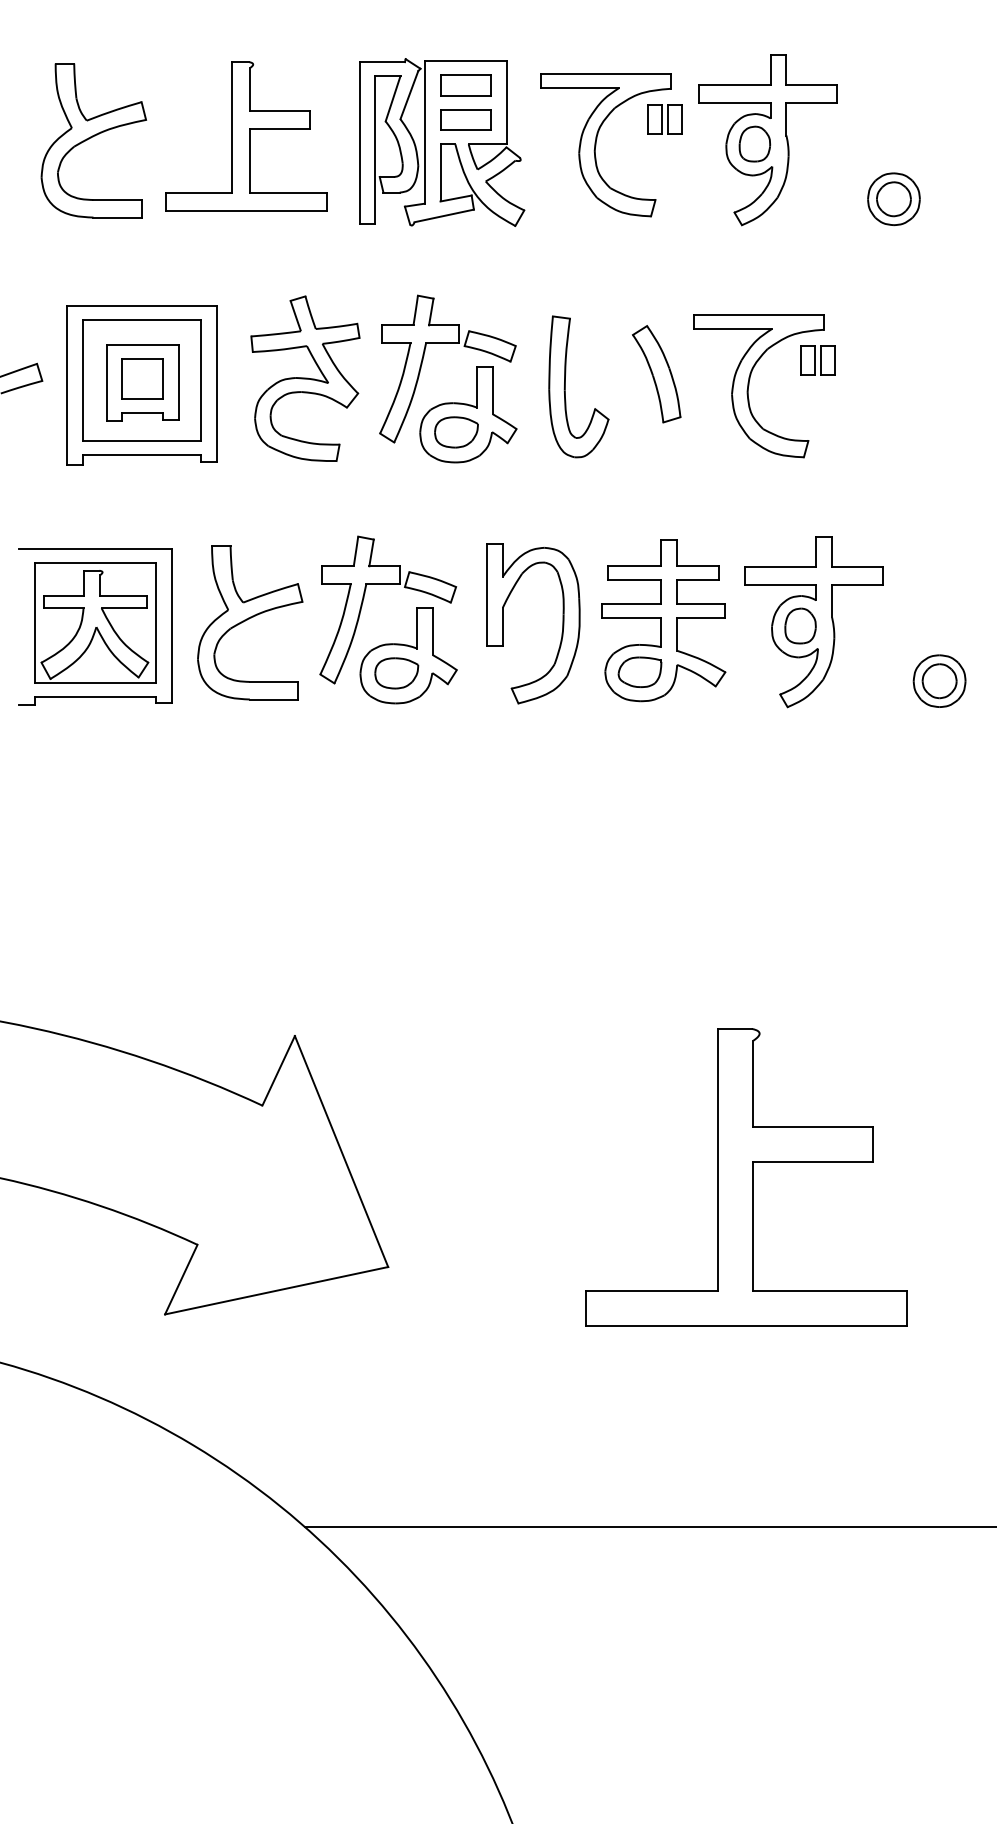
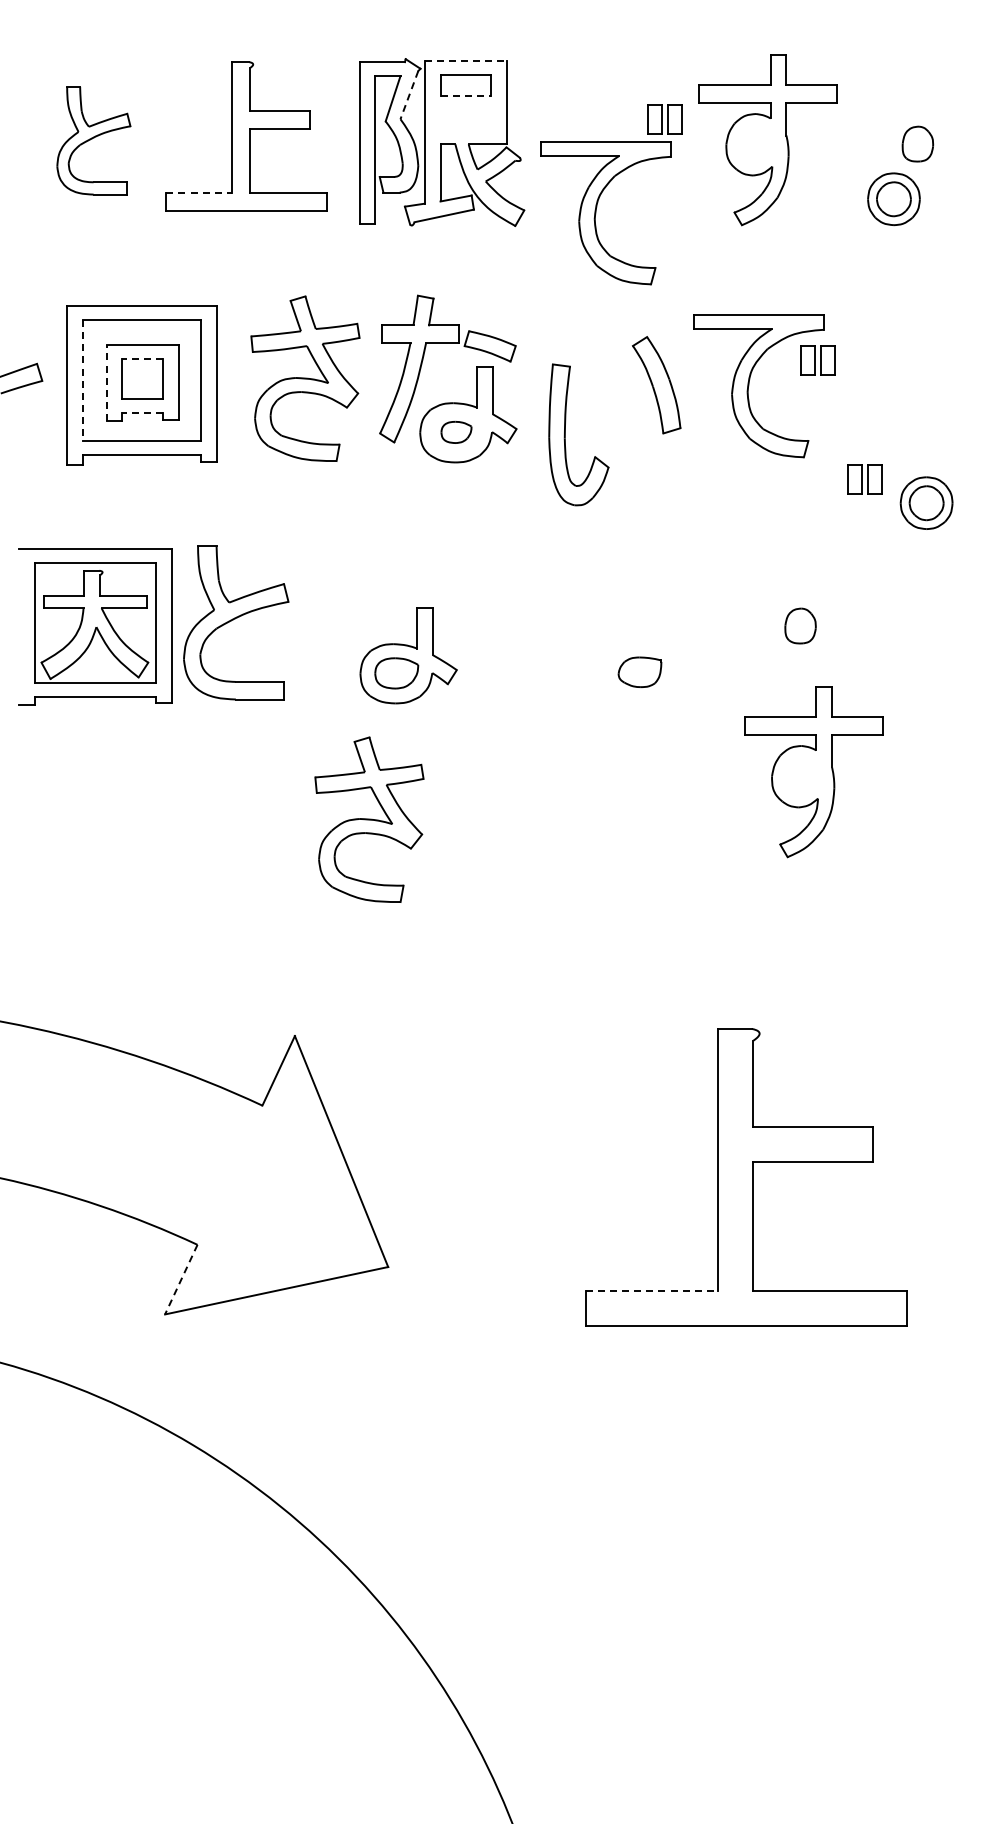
line at (465, 60): solid -> dashed
line at (409, 95): solid -> dashed
line at (466, 96): solid -> dashed
part at (465, 119): present -> none
part at (93, 140) size: 108x156 px -> 76x110 px
part at (754, 143) position: (754, 143) -> (917, 143)
part at (596, 145) position: (596, 145) -> (596, 213)
line at (199, 193): solid -> dashed
line at (142, 359): solid -> dashed
part at (656, 374) position: (656, 374) -> (656, 385)
line at (83, 381): solid -> dashed
line at (106, 383): solid -> dashed
part at (565, 386) position: (565, 386) -> (565, 434)
line at (142, 412): solid -> dashed
part at (456, 432) size: 45x33 px -> 33x24 px
part at (864, 479): none -> present
part at (388, 584): present -> none
part at (663, 620): present -> none
part at (250, 622) position: (250, 622) -> (236, 622)
part at (813, 622) position: (813, 622) -> (813, 772)
part at (562, 623): present -> none
part at (939, 680) position: (939, 680) -> (926, 502)
part at (369, 819): none -> present
line at (181, 1280): solid -> dashed
line at (652, 1291): solid -> dashed
line at (649, 1527): present -> none
